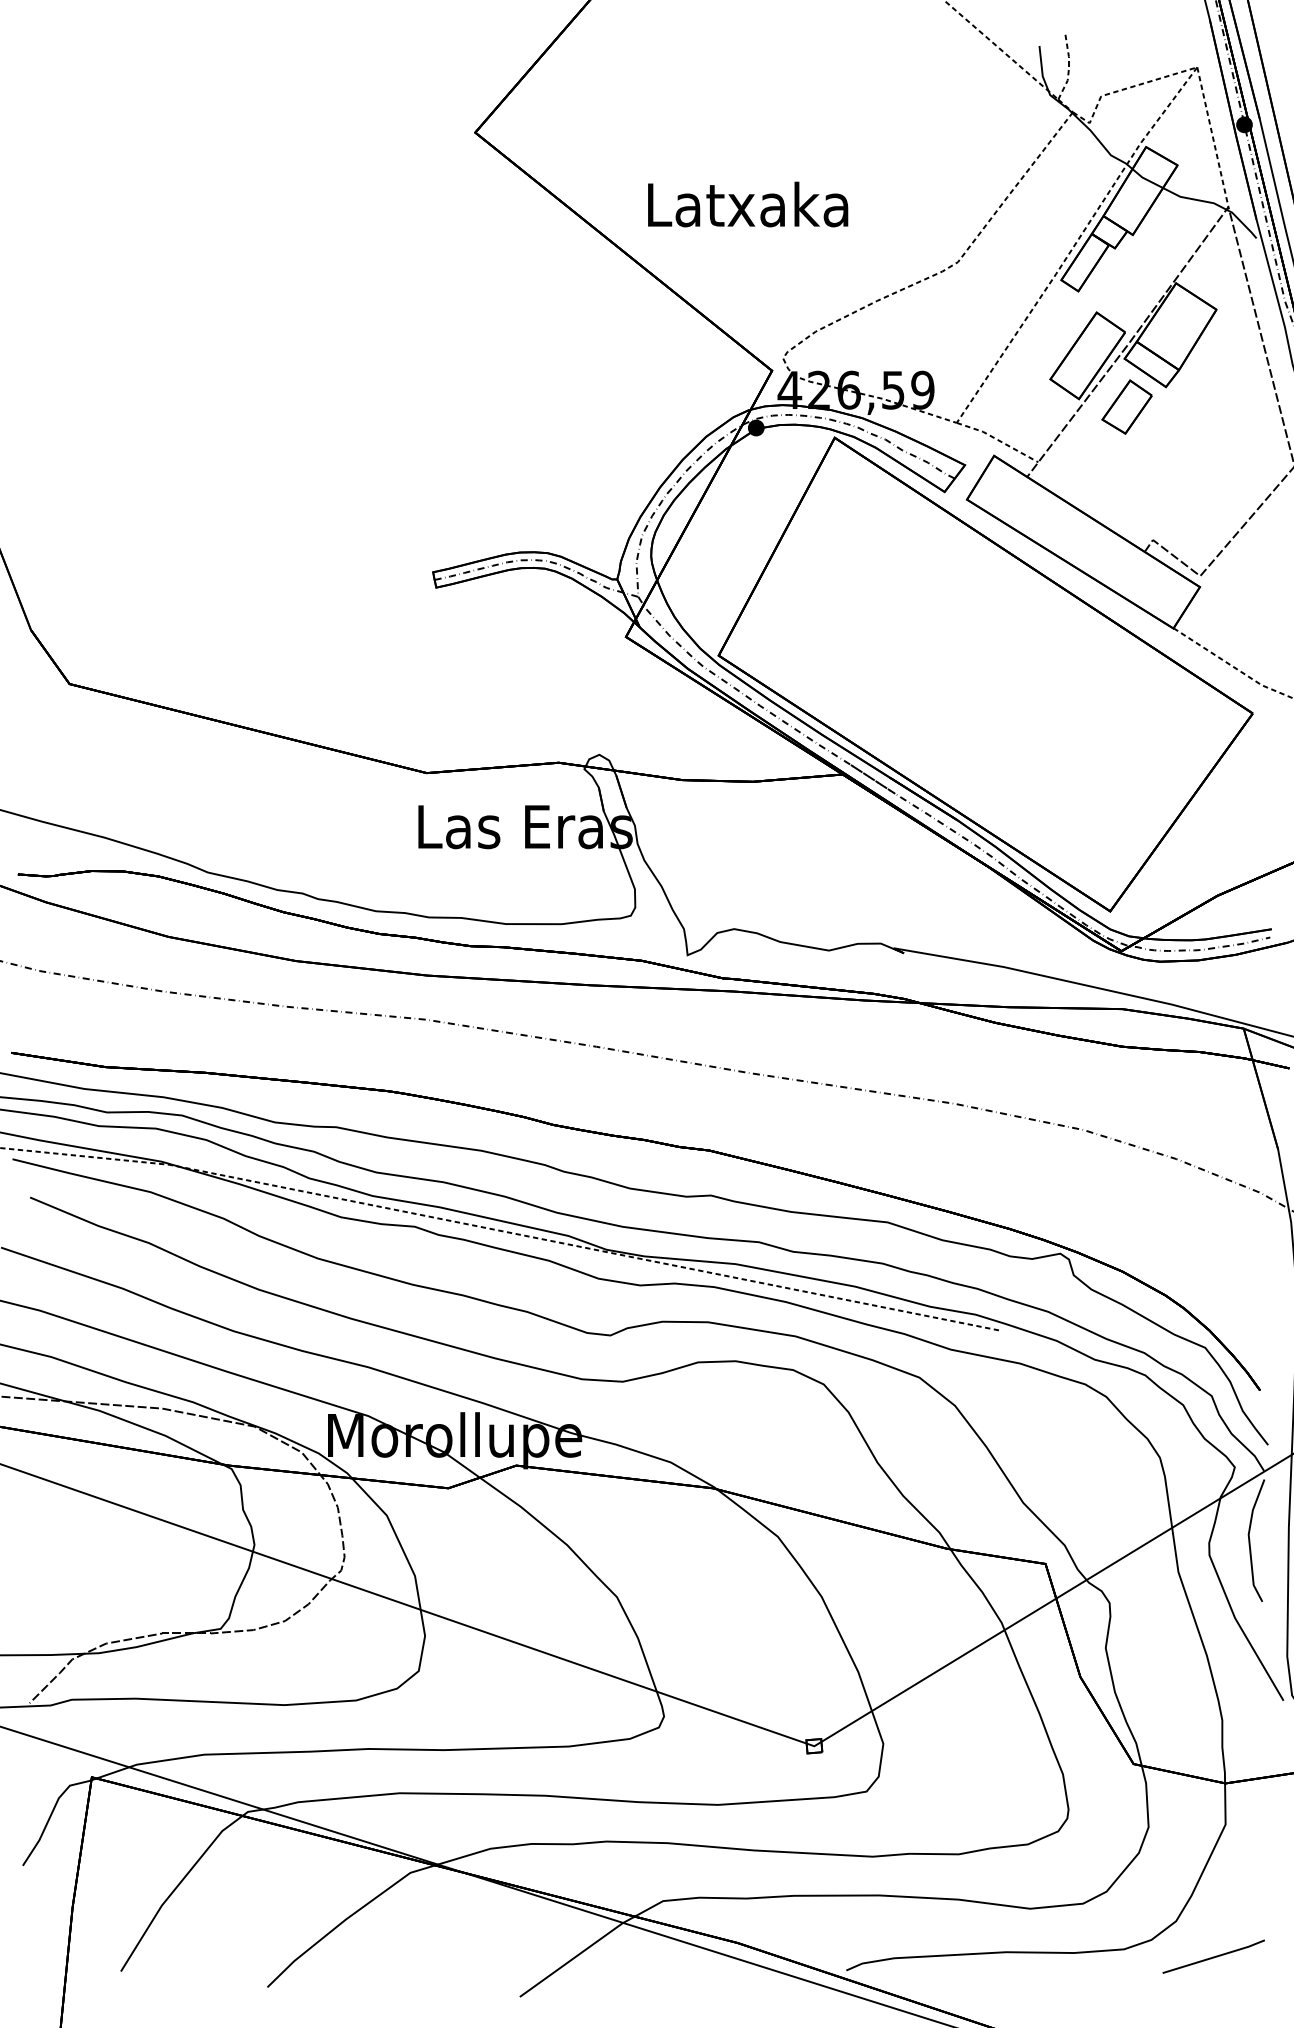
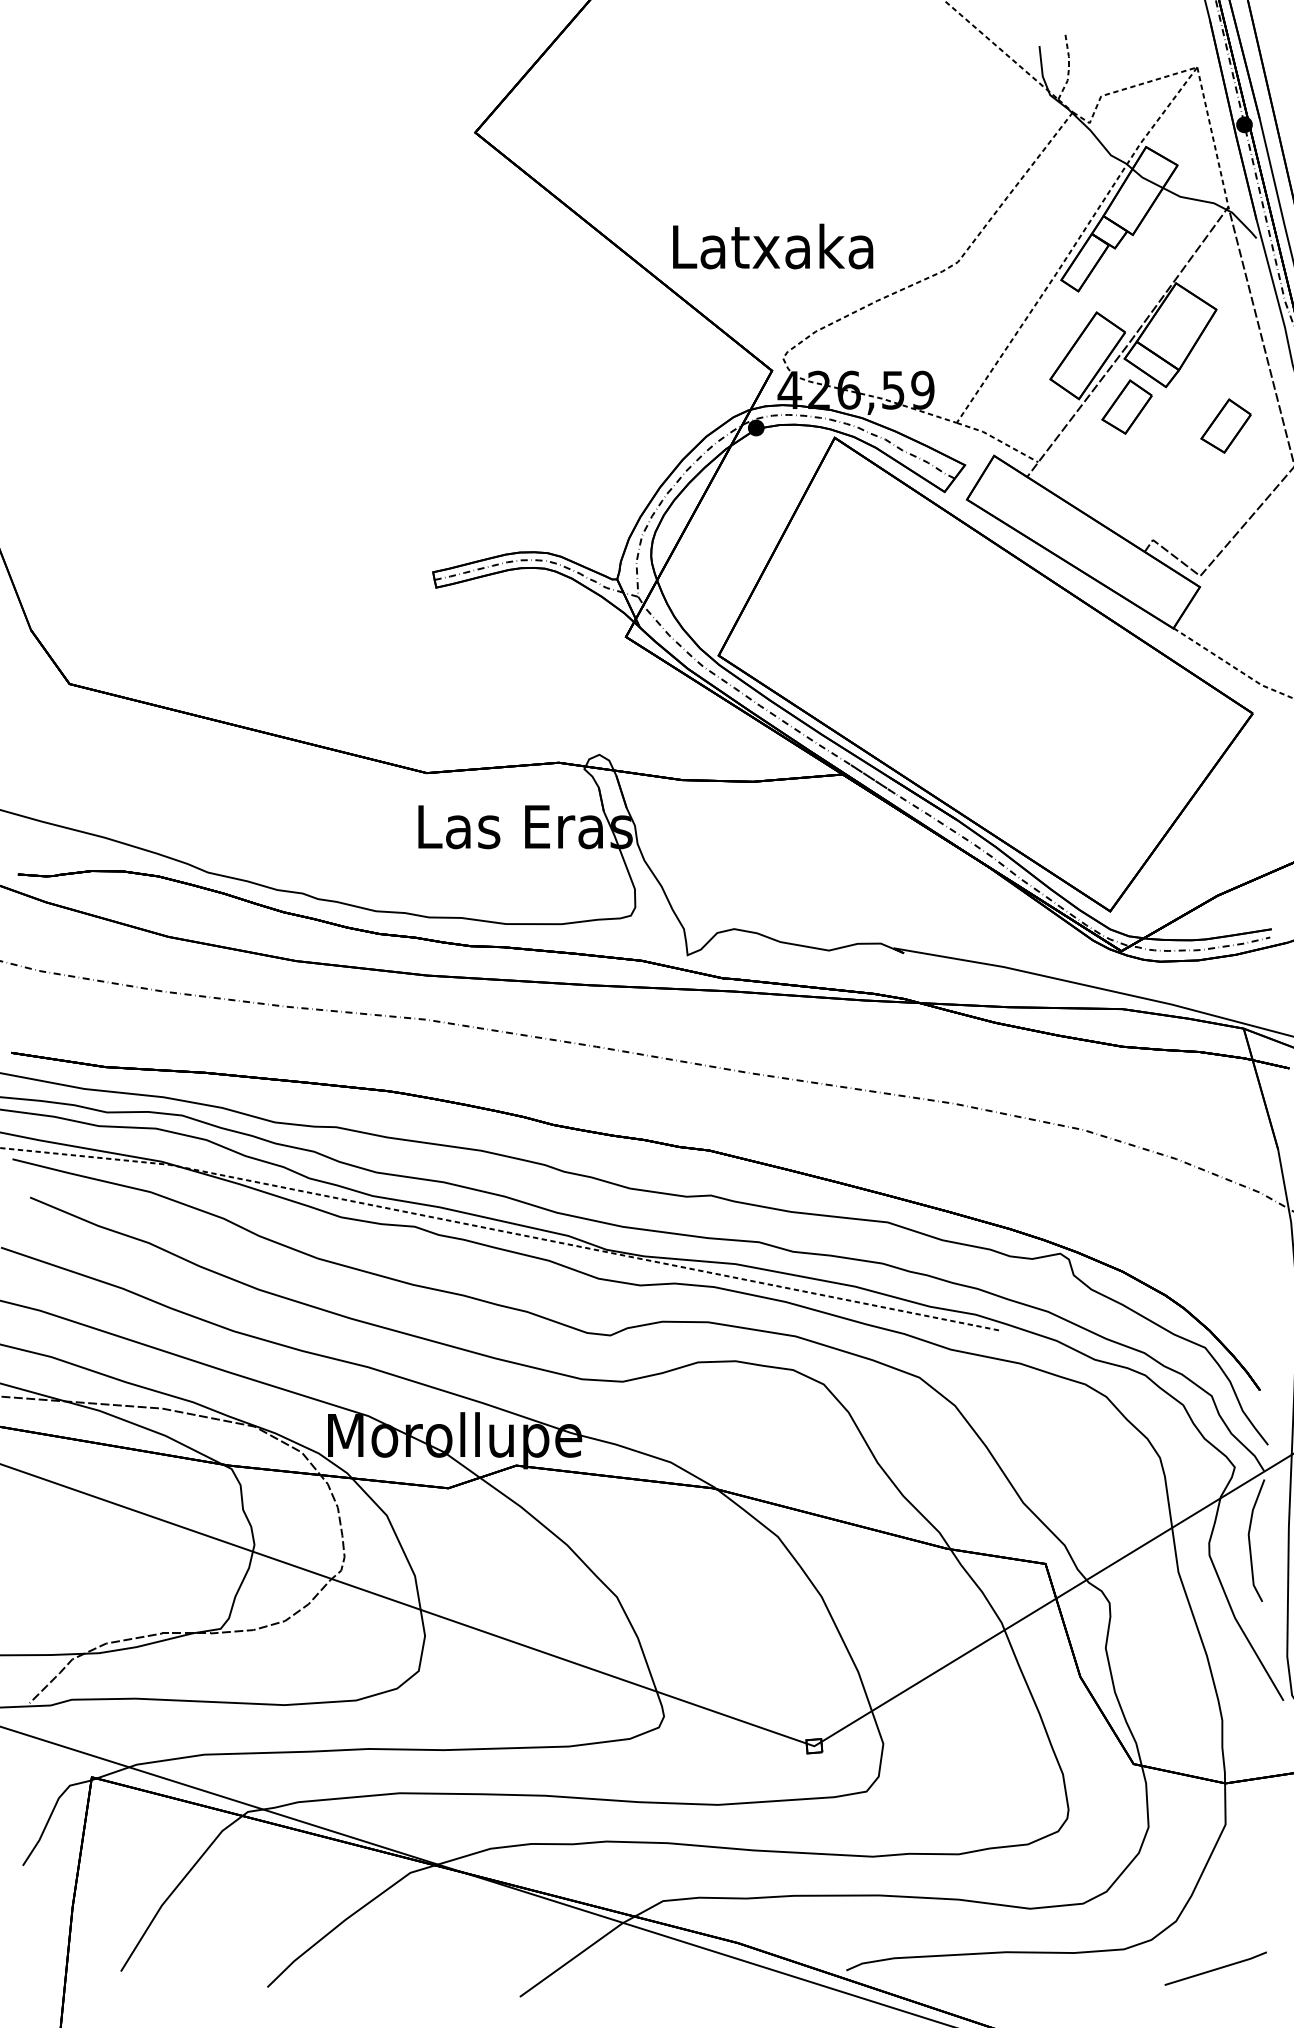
text at (748, 204) position: (748, 204) -> (773, 246)
part at (1225, 425): none -> present
line at (1213, 1956) position: (1213, 1956) -> (1215, 1968)
